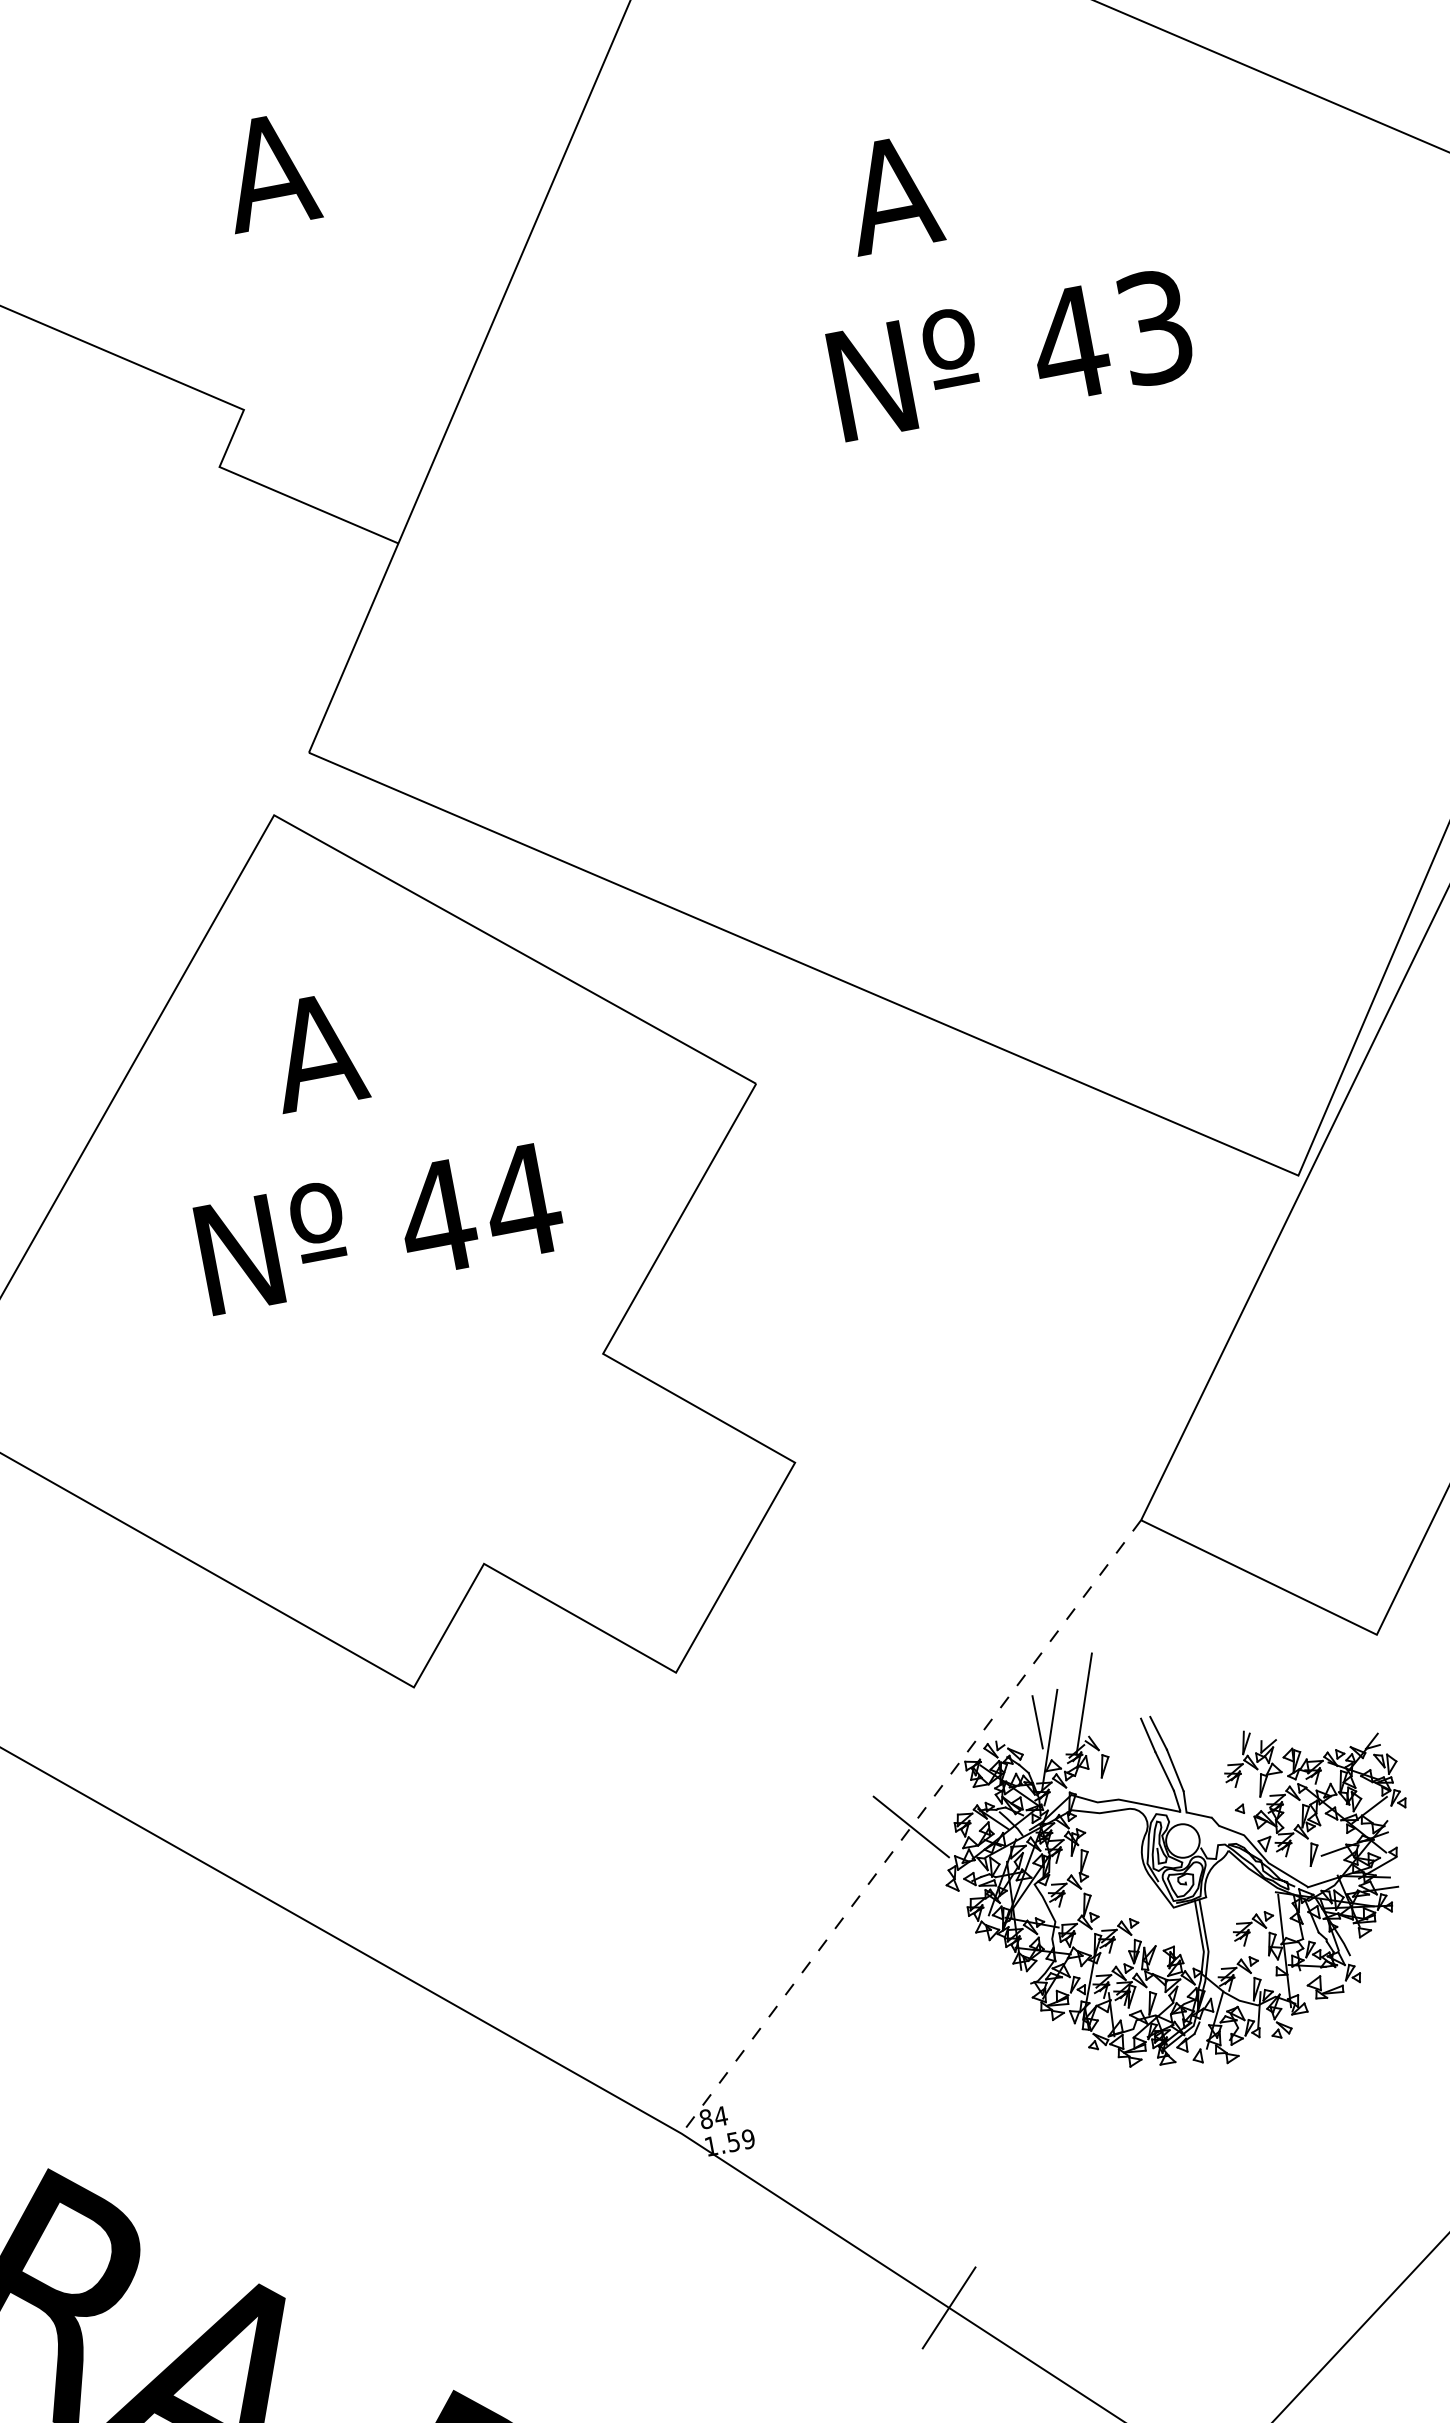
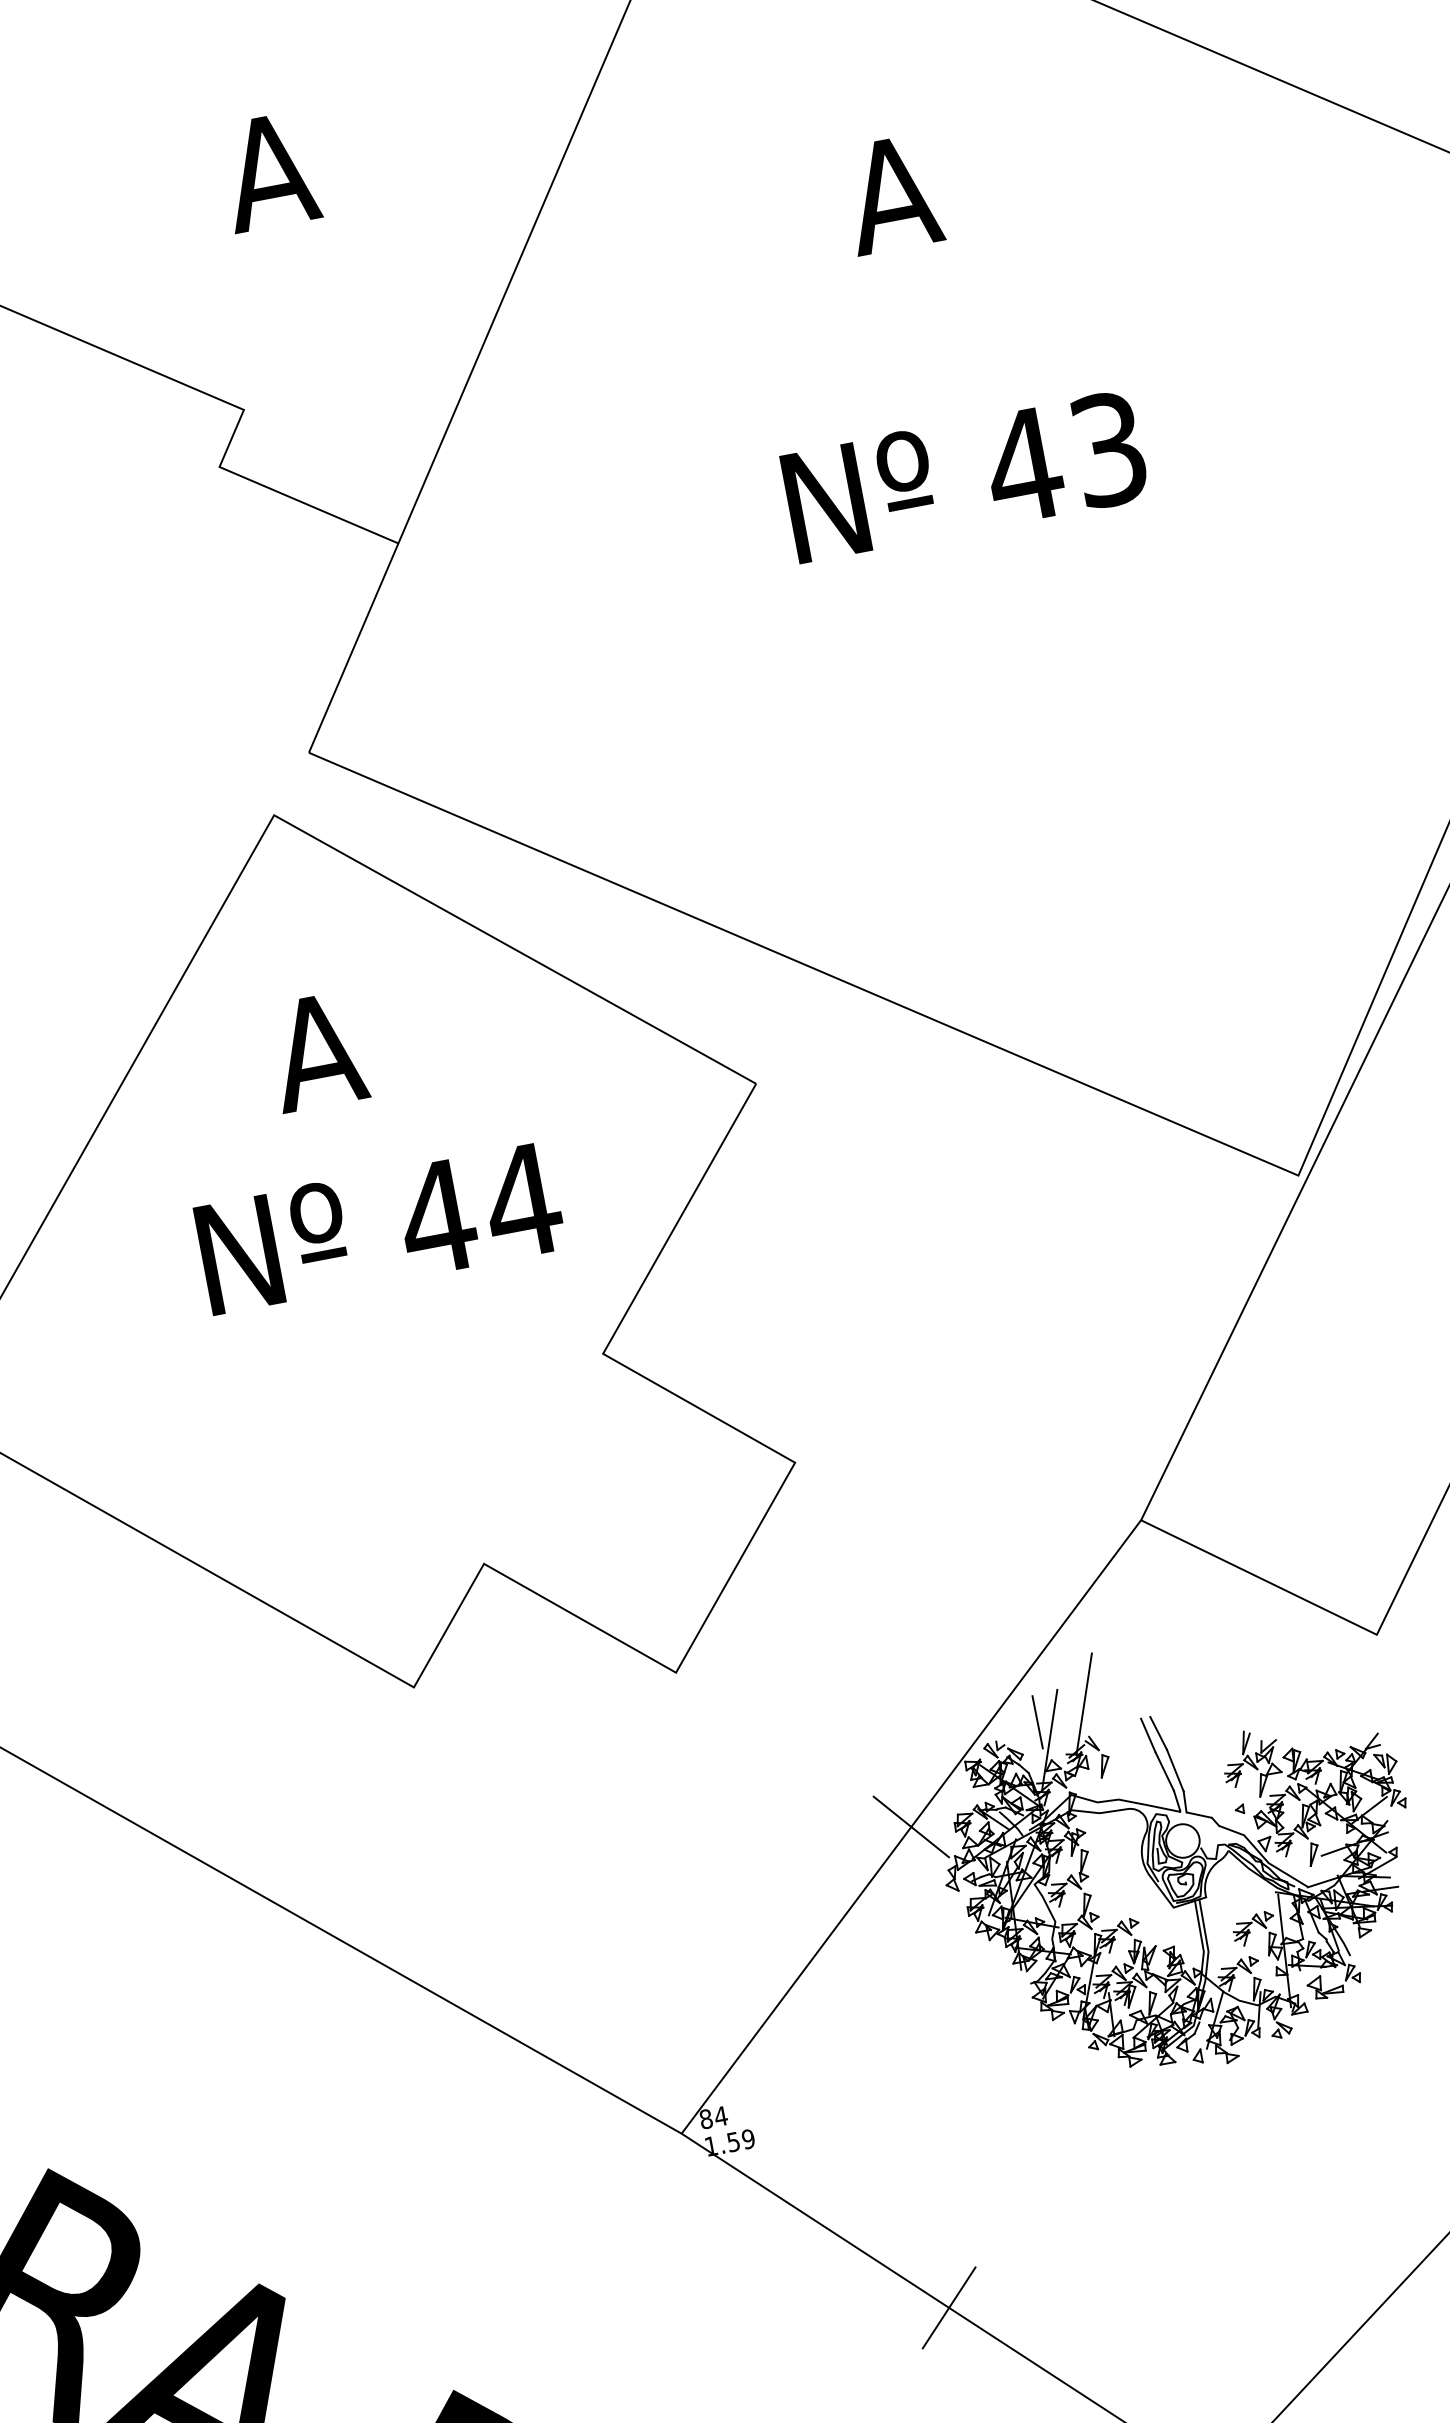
text at (1008, 356) position: (1008, 356) -> (962, 478)
line at (911, 1827): dashed -> solid
